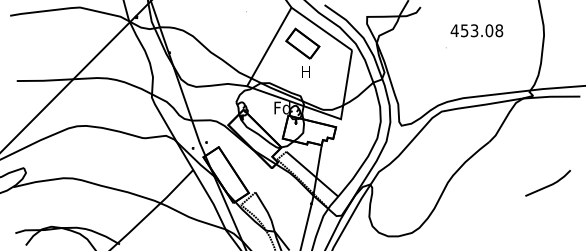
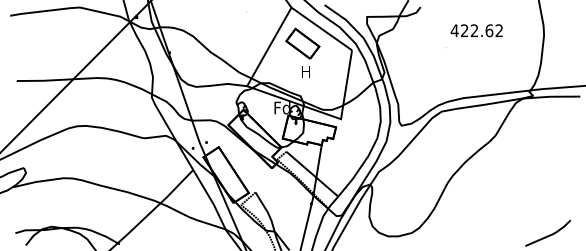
text at (482, 30): 453.08 -> 422.62
line at (547, 185) position: (547, 185) -> (547, 235)
